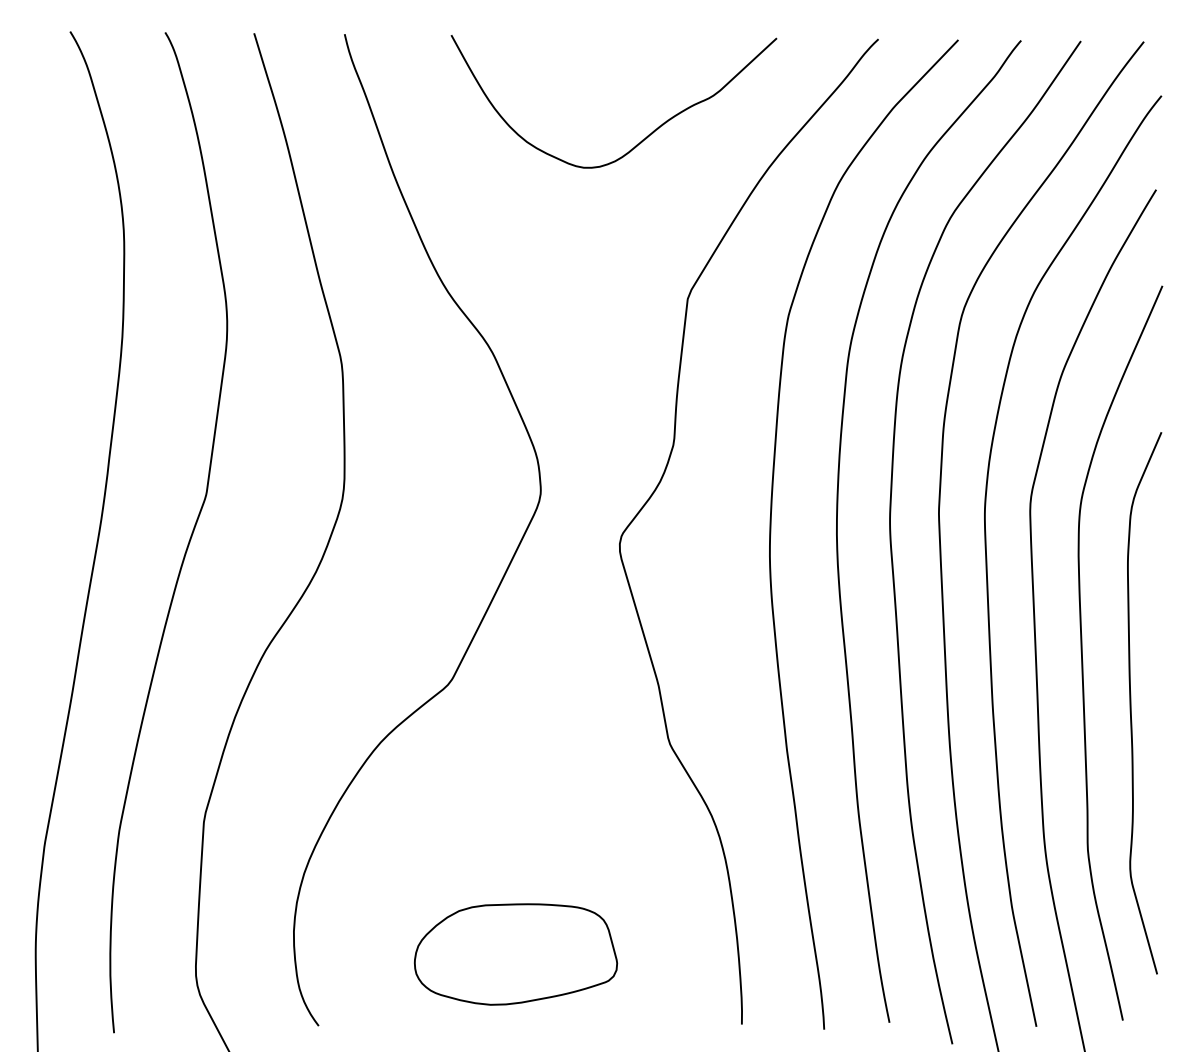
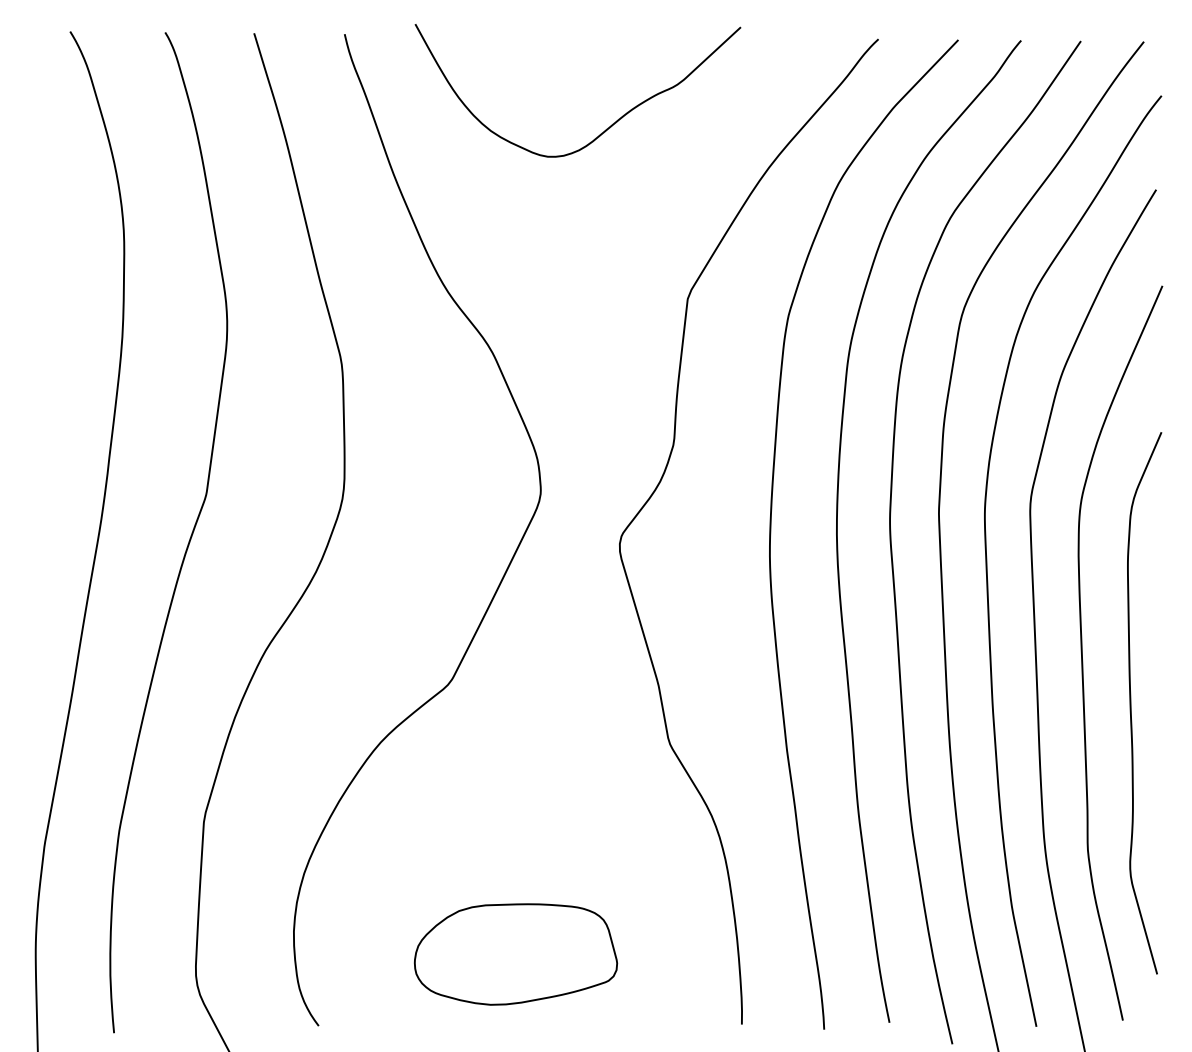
curve at (642, 139) position: (642, 139) -> (606, 128)
